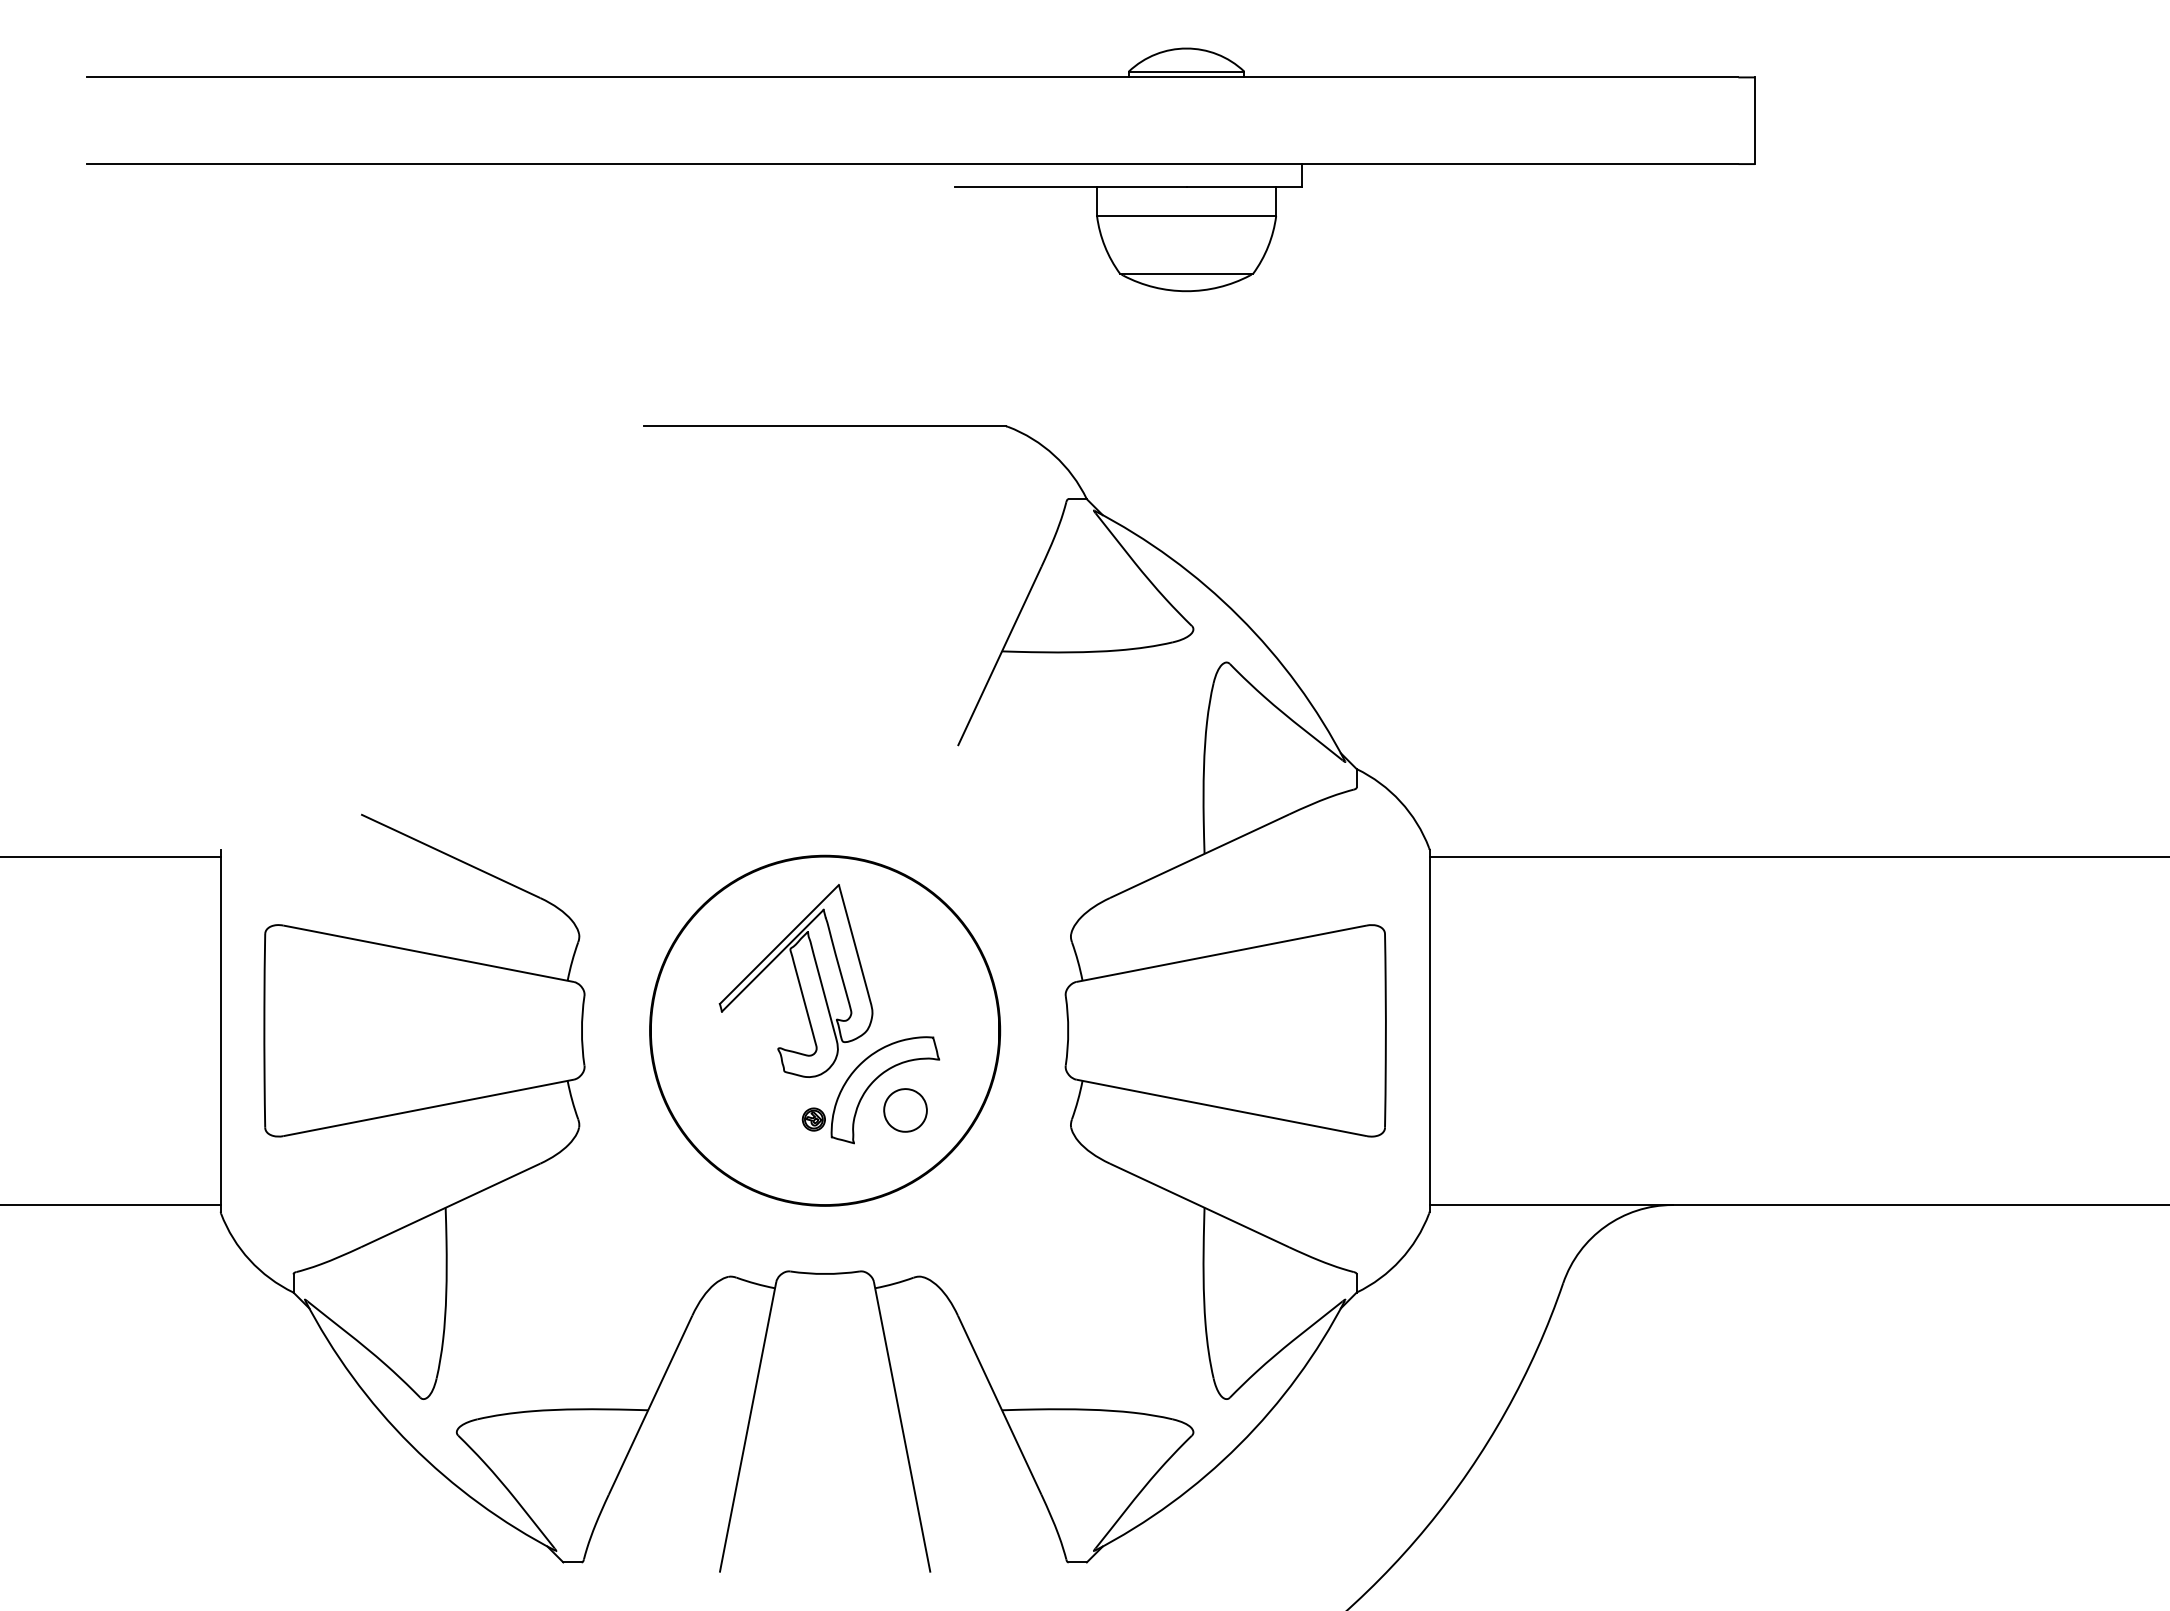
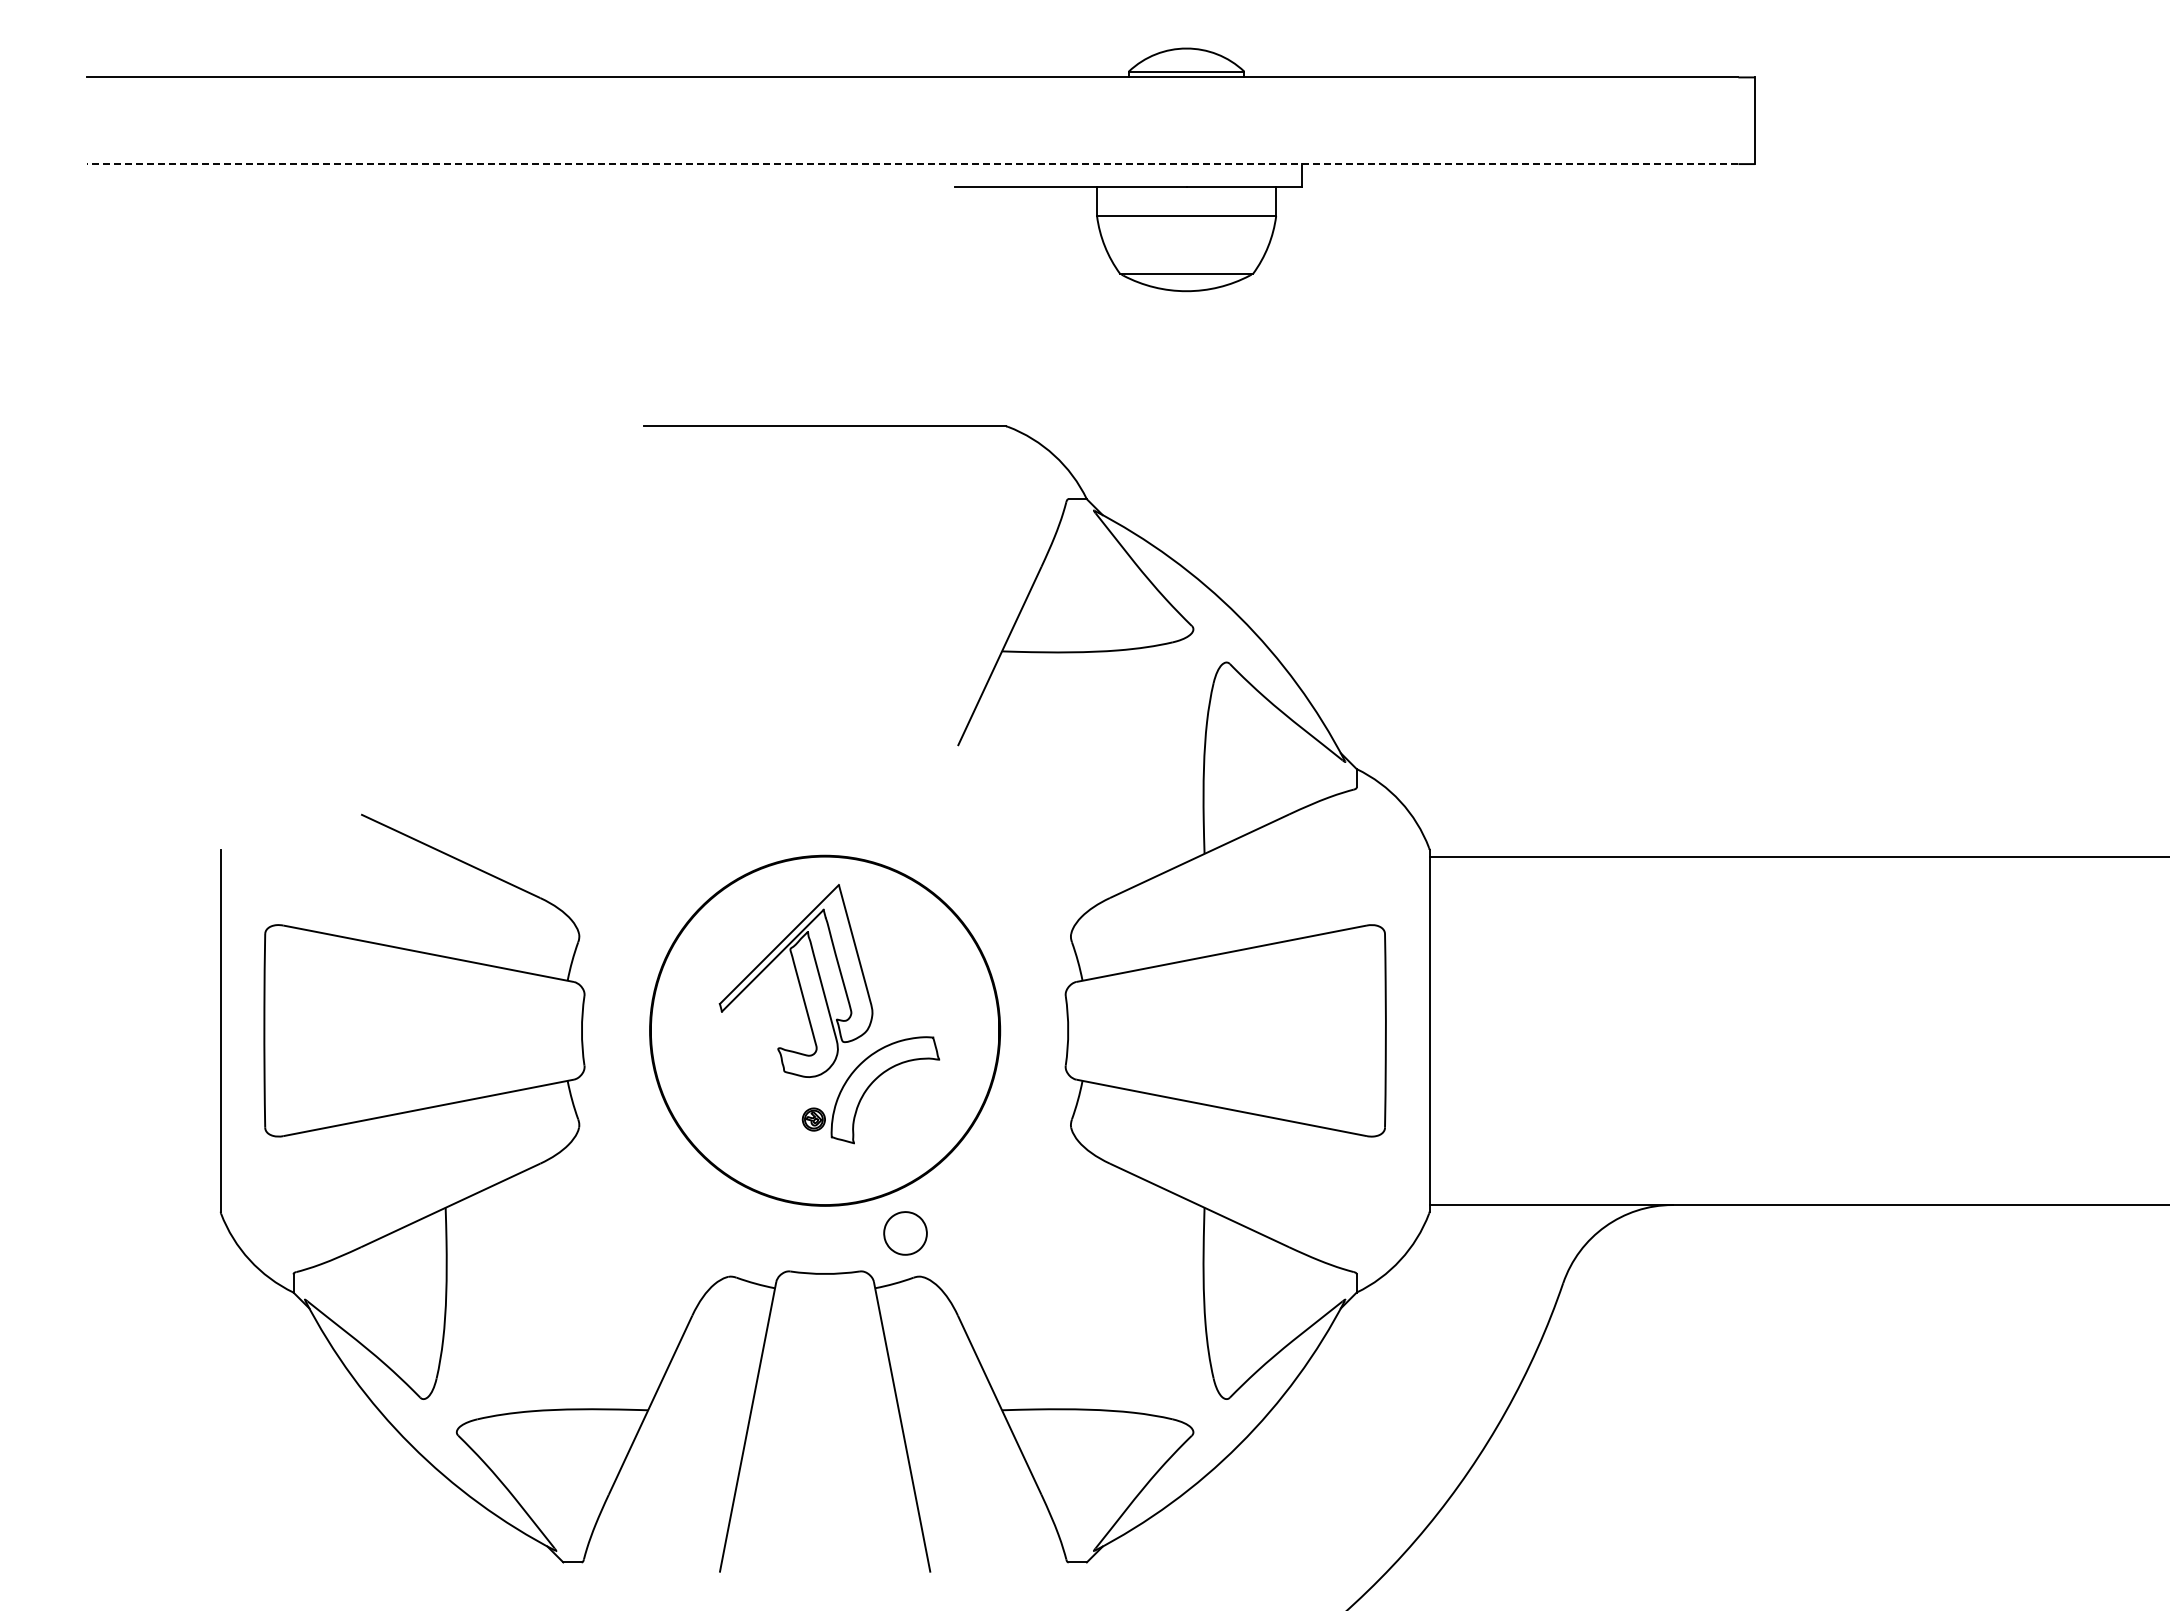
line at (912, 164): solid -> dashed
line at (111, 856): present -> none
part at (905, 1110) position: (905, 1110) -> (905, 1233)
line at (111, 1205): present -> none
